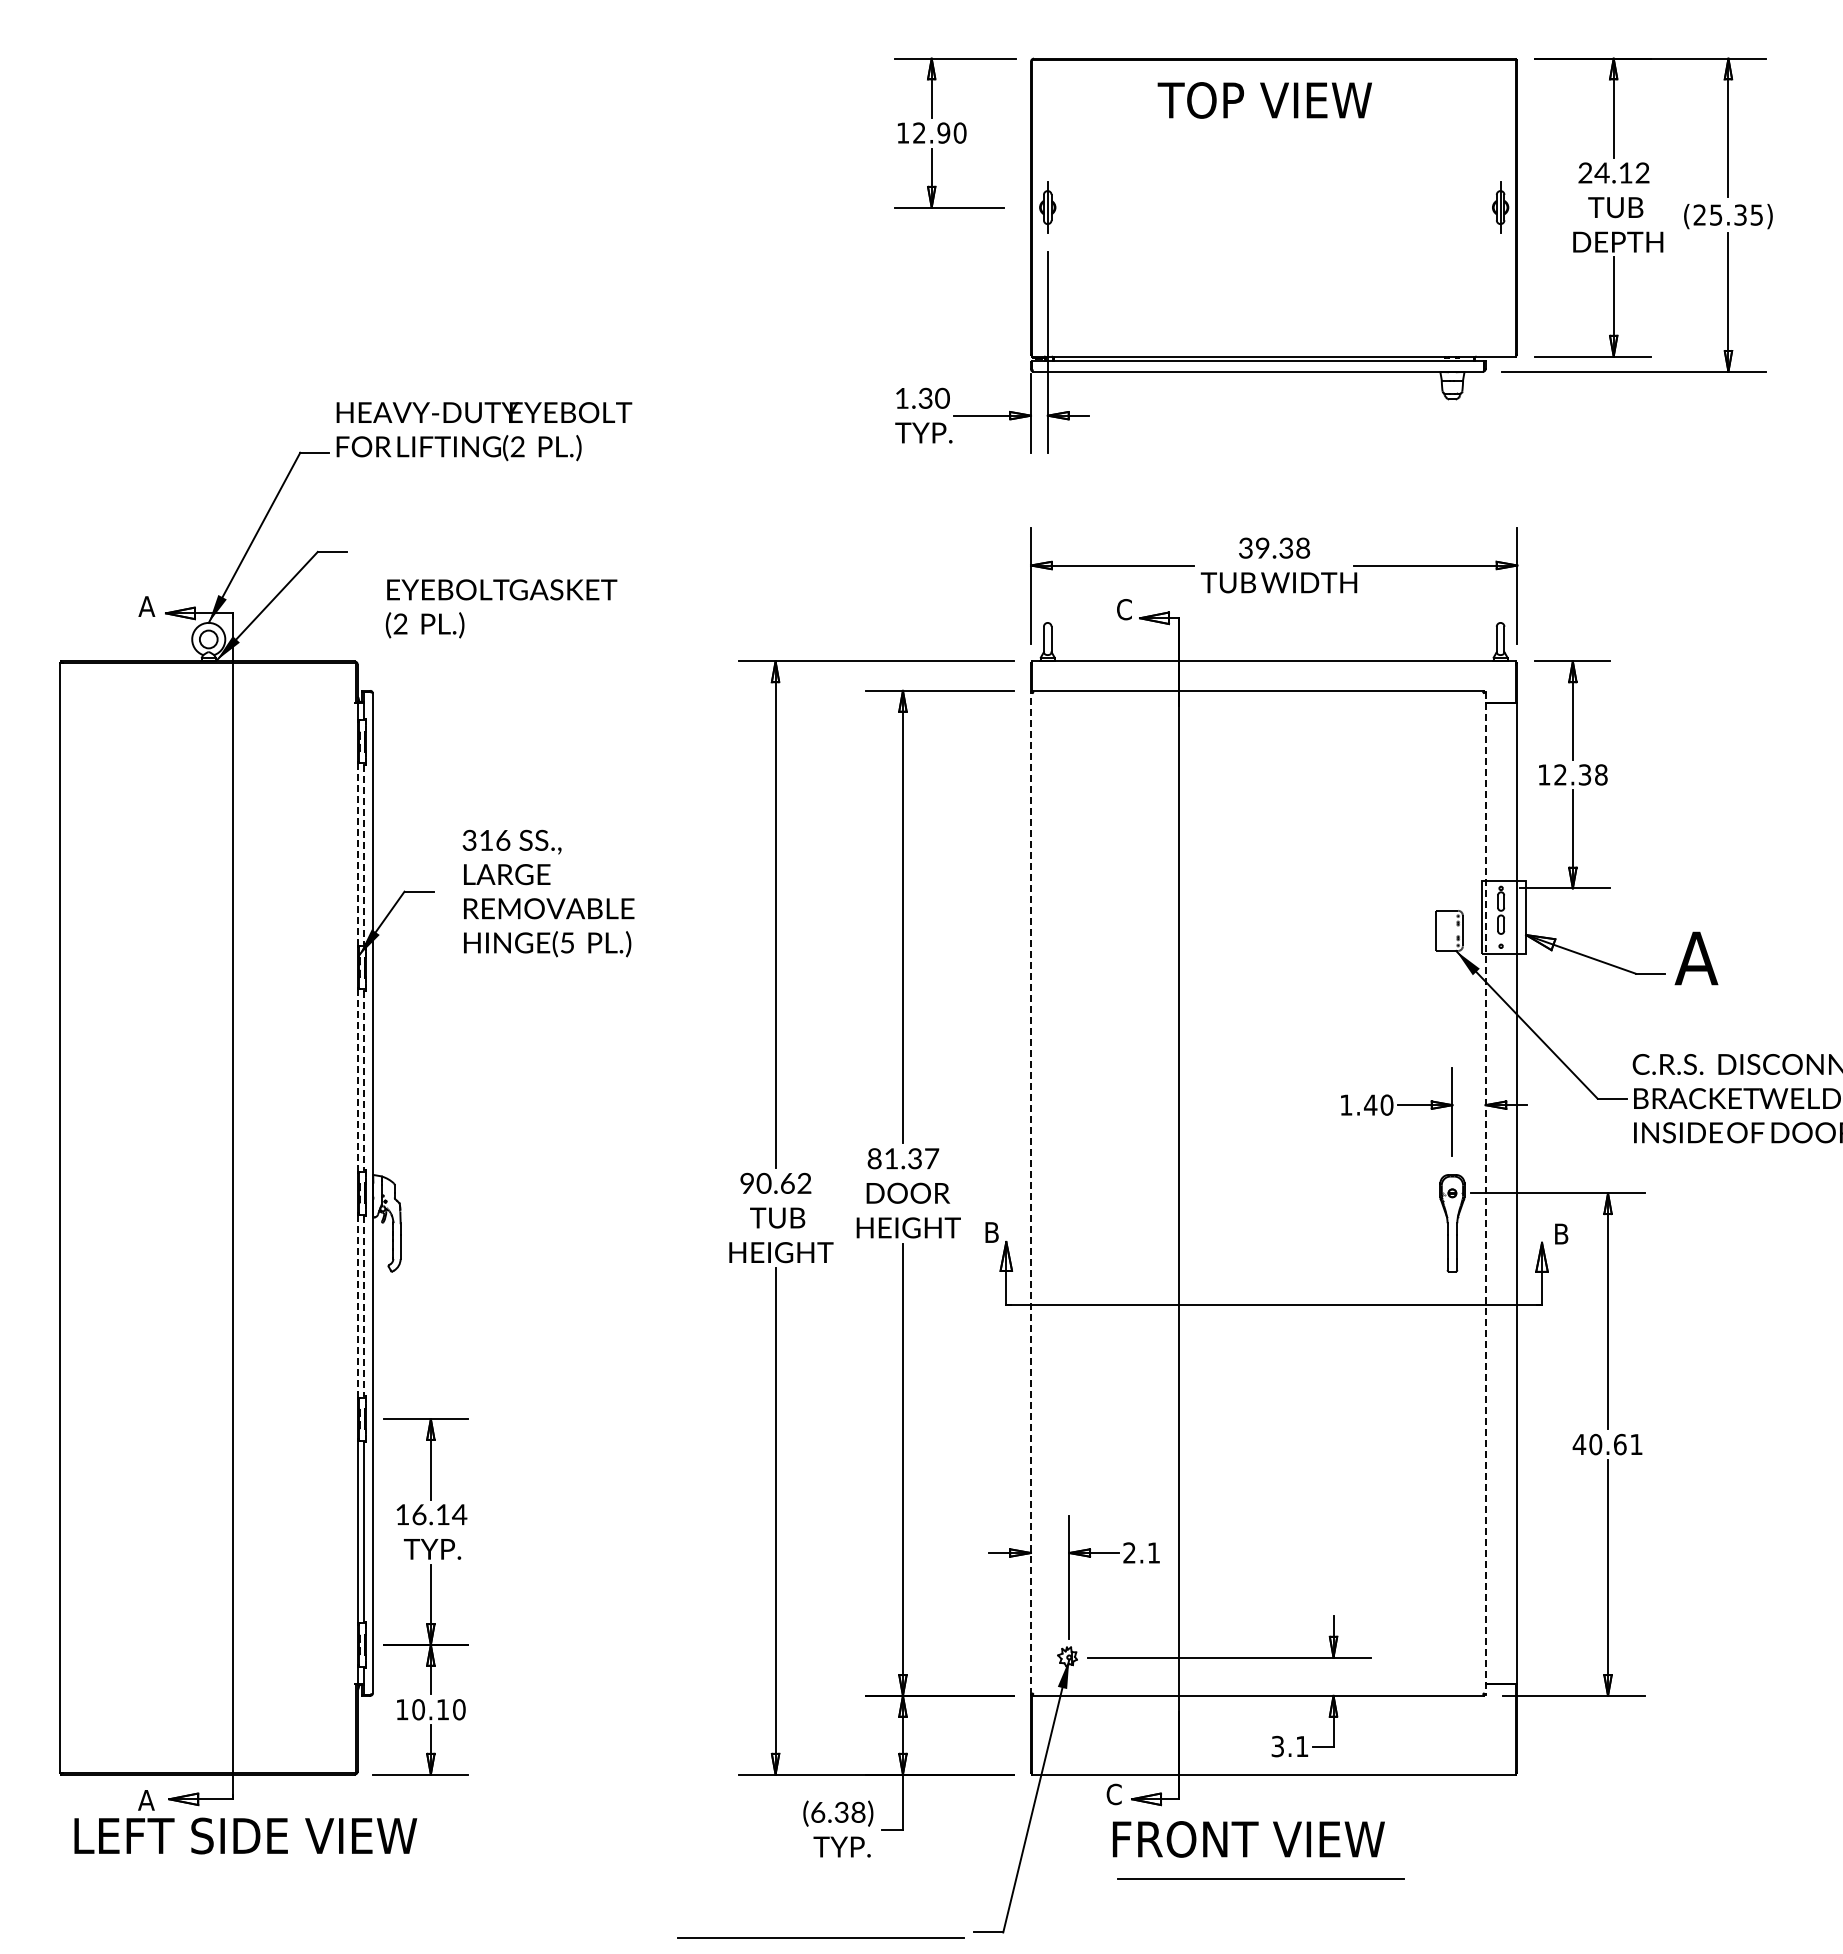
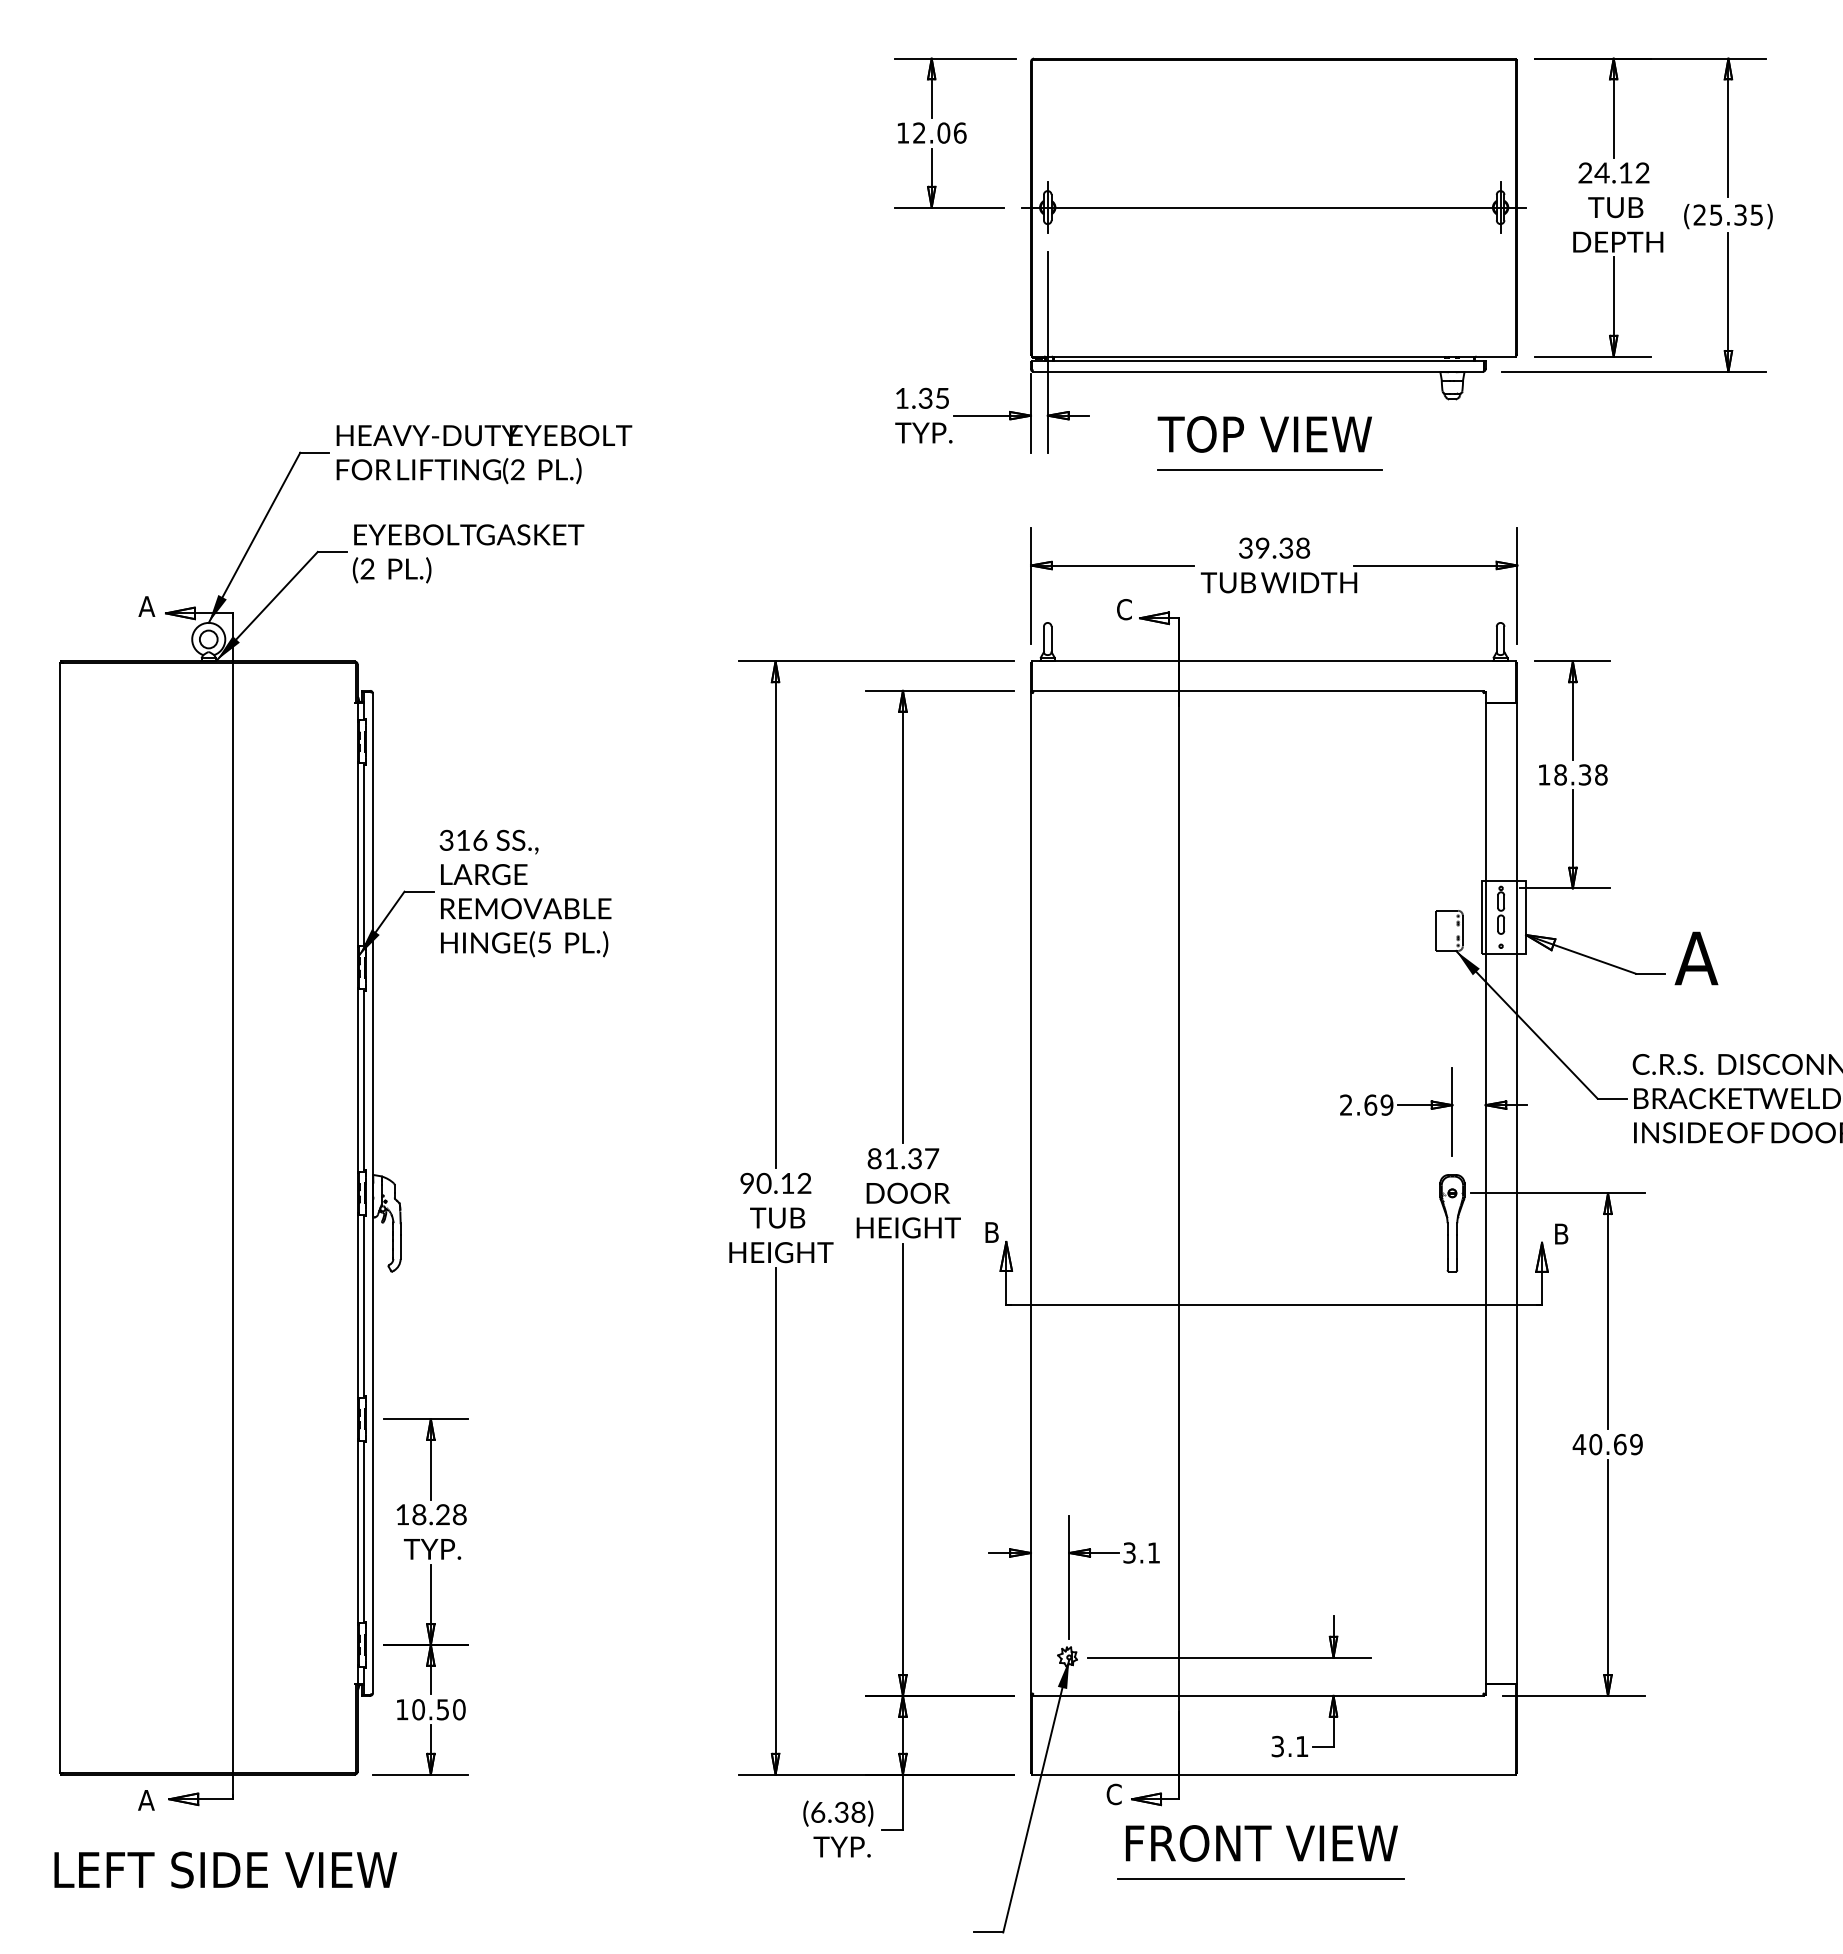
text at (1264, 100) position: (1264, 100) -> (1264, 434)
text at (951, 132): 12.90 -> 12.06
line at (1274, 207): none -> present
text at (942, 397): 1.30 -> 1.35
text at (484, 431) position: (484, 431) -> (484, 454)
line at (1269, 469): none -> present
text at (501, 608) position: (501, 608) -> (468, 553)
text at (1560, 774): 12.38 -> 18.38
line at (363, 854): dashed -> solid
line at (357, 855): dashed -> solid
text at (548, 893) position: (548, 893) -> (525, 893)
line at (357, 1080): dashed -> solid
line at (363, 1080): dashed -> solid
text at (1366, 1104): 1.40 -> 2.69
text at (787, 1183): 90.62 -> 90.12
line at (1030, 1192): dashed -> solid
line at (1485, 1193): dashed -> solid
line at (357, 1306): dashed -> solid
line at (363, 1306): dashed -> solid
text at (1636, 1444): 40.61 -> 40.69
text at (439, 1514): 16.14 -> 18.28
text at (1129, 1552): 2.1 -> 3.1
text at (442, 1709): 10.10 -> 10.50
text at (245, 1835) position: (245, 1835) -> (225, 1869)
text at (1248, 1839) position: (1248, 1839) -> (1261, 1843)
line at (820, 1937): present -> none
